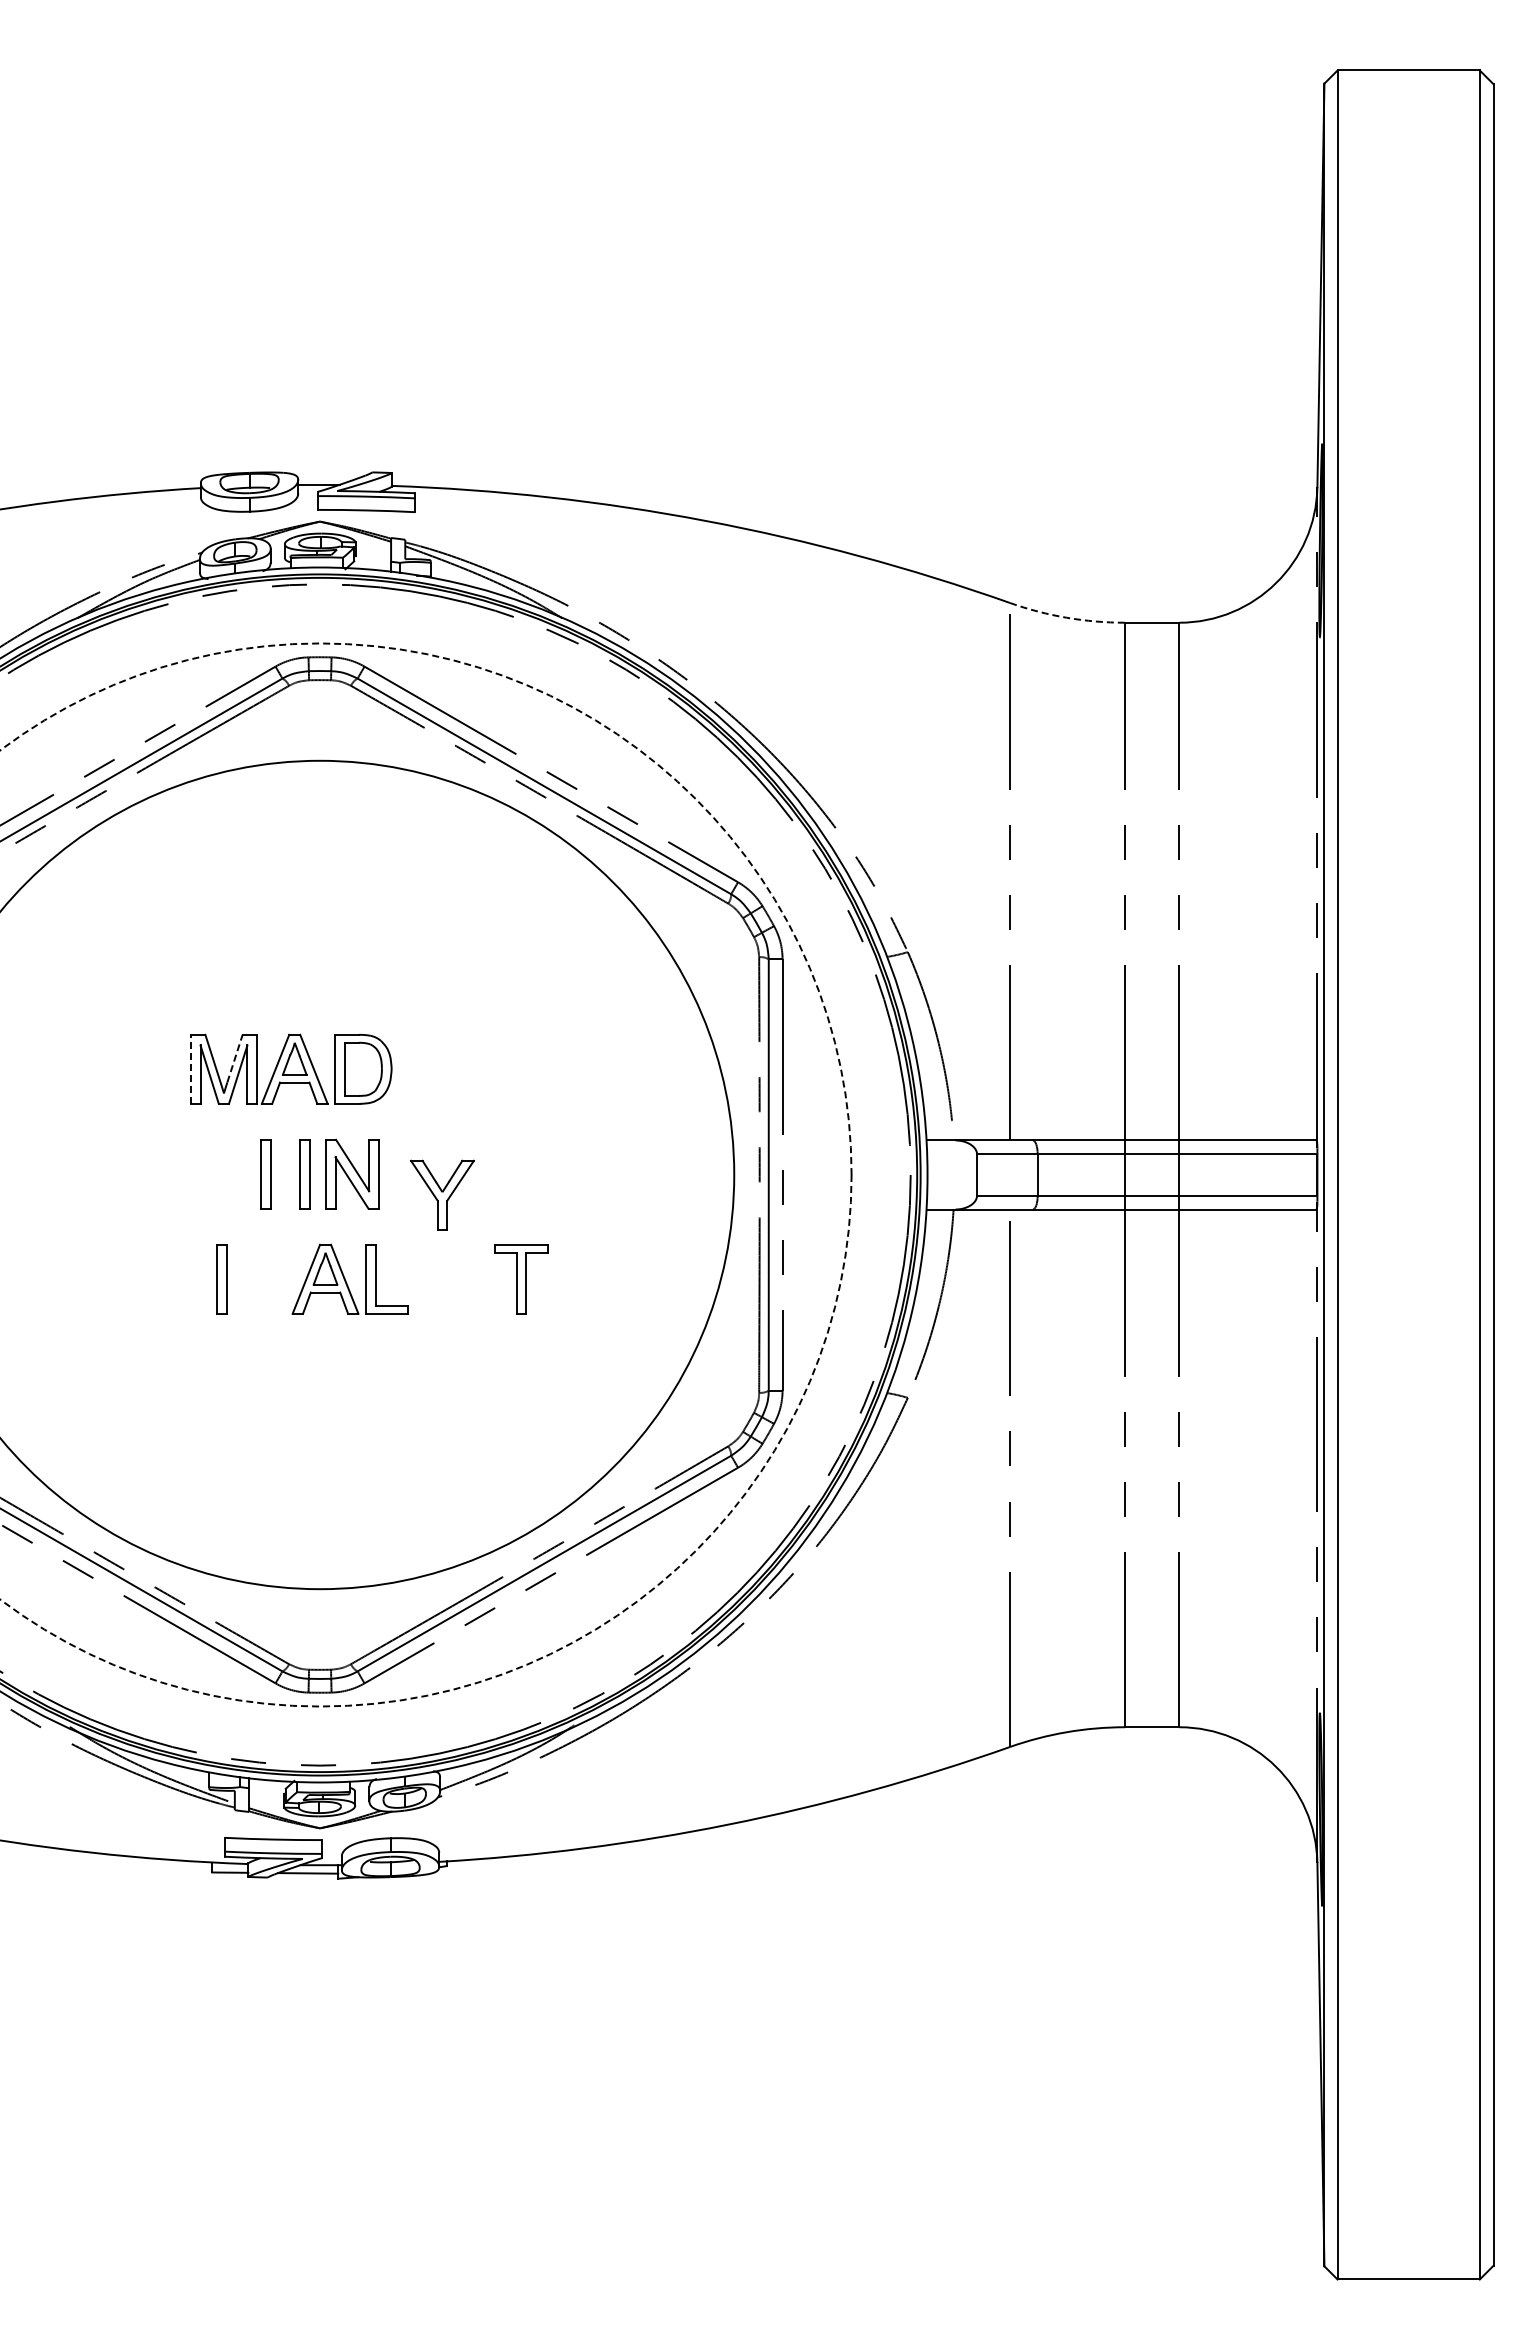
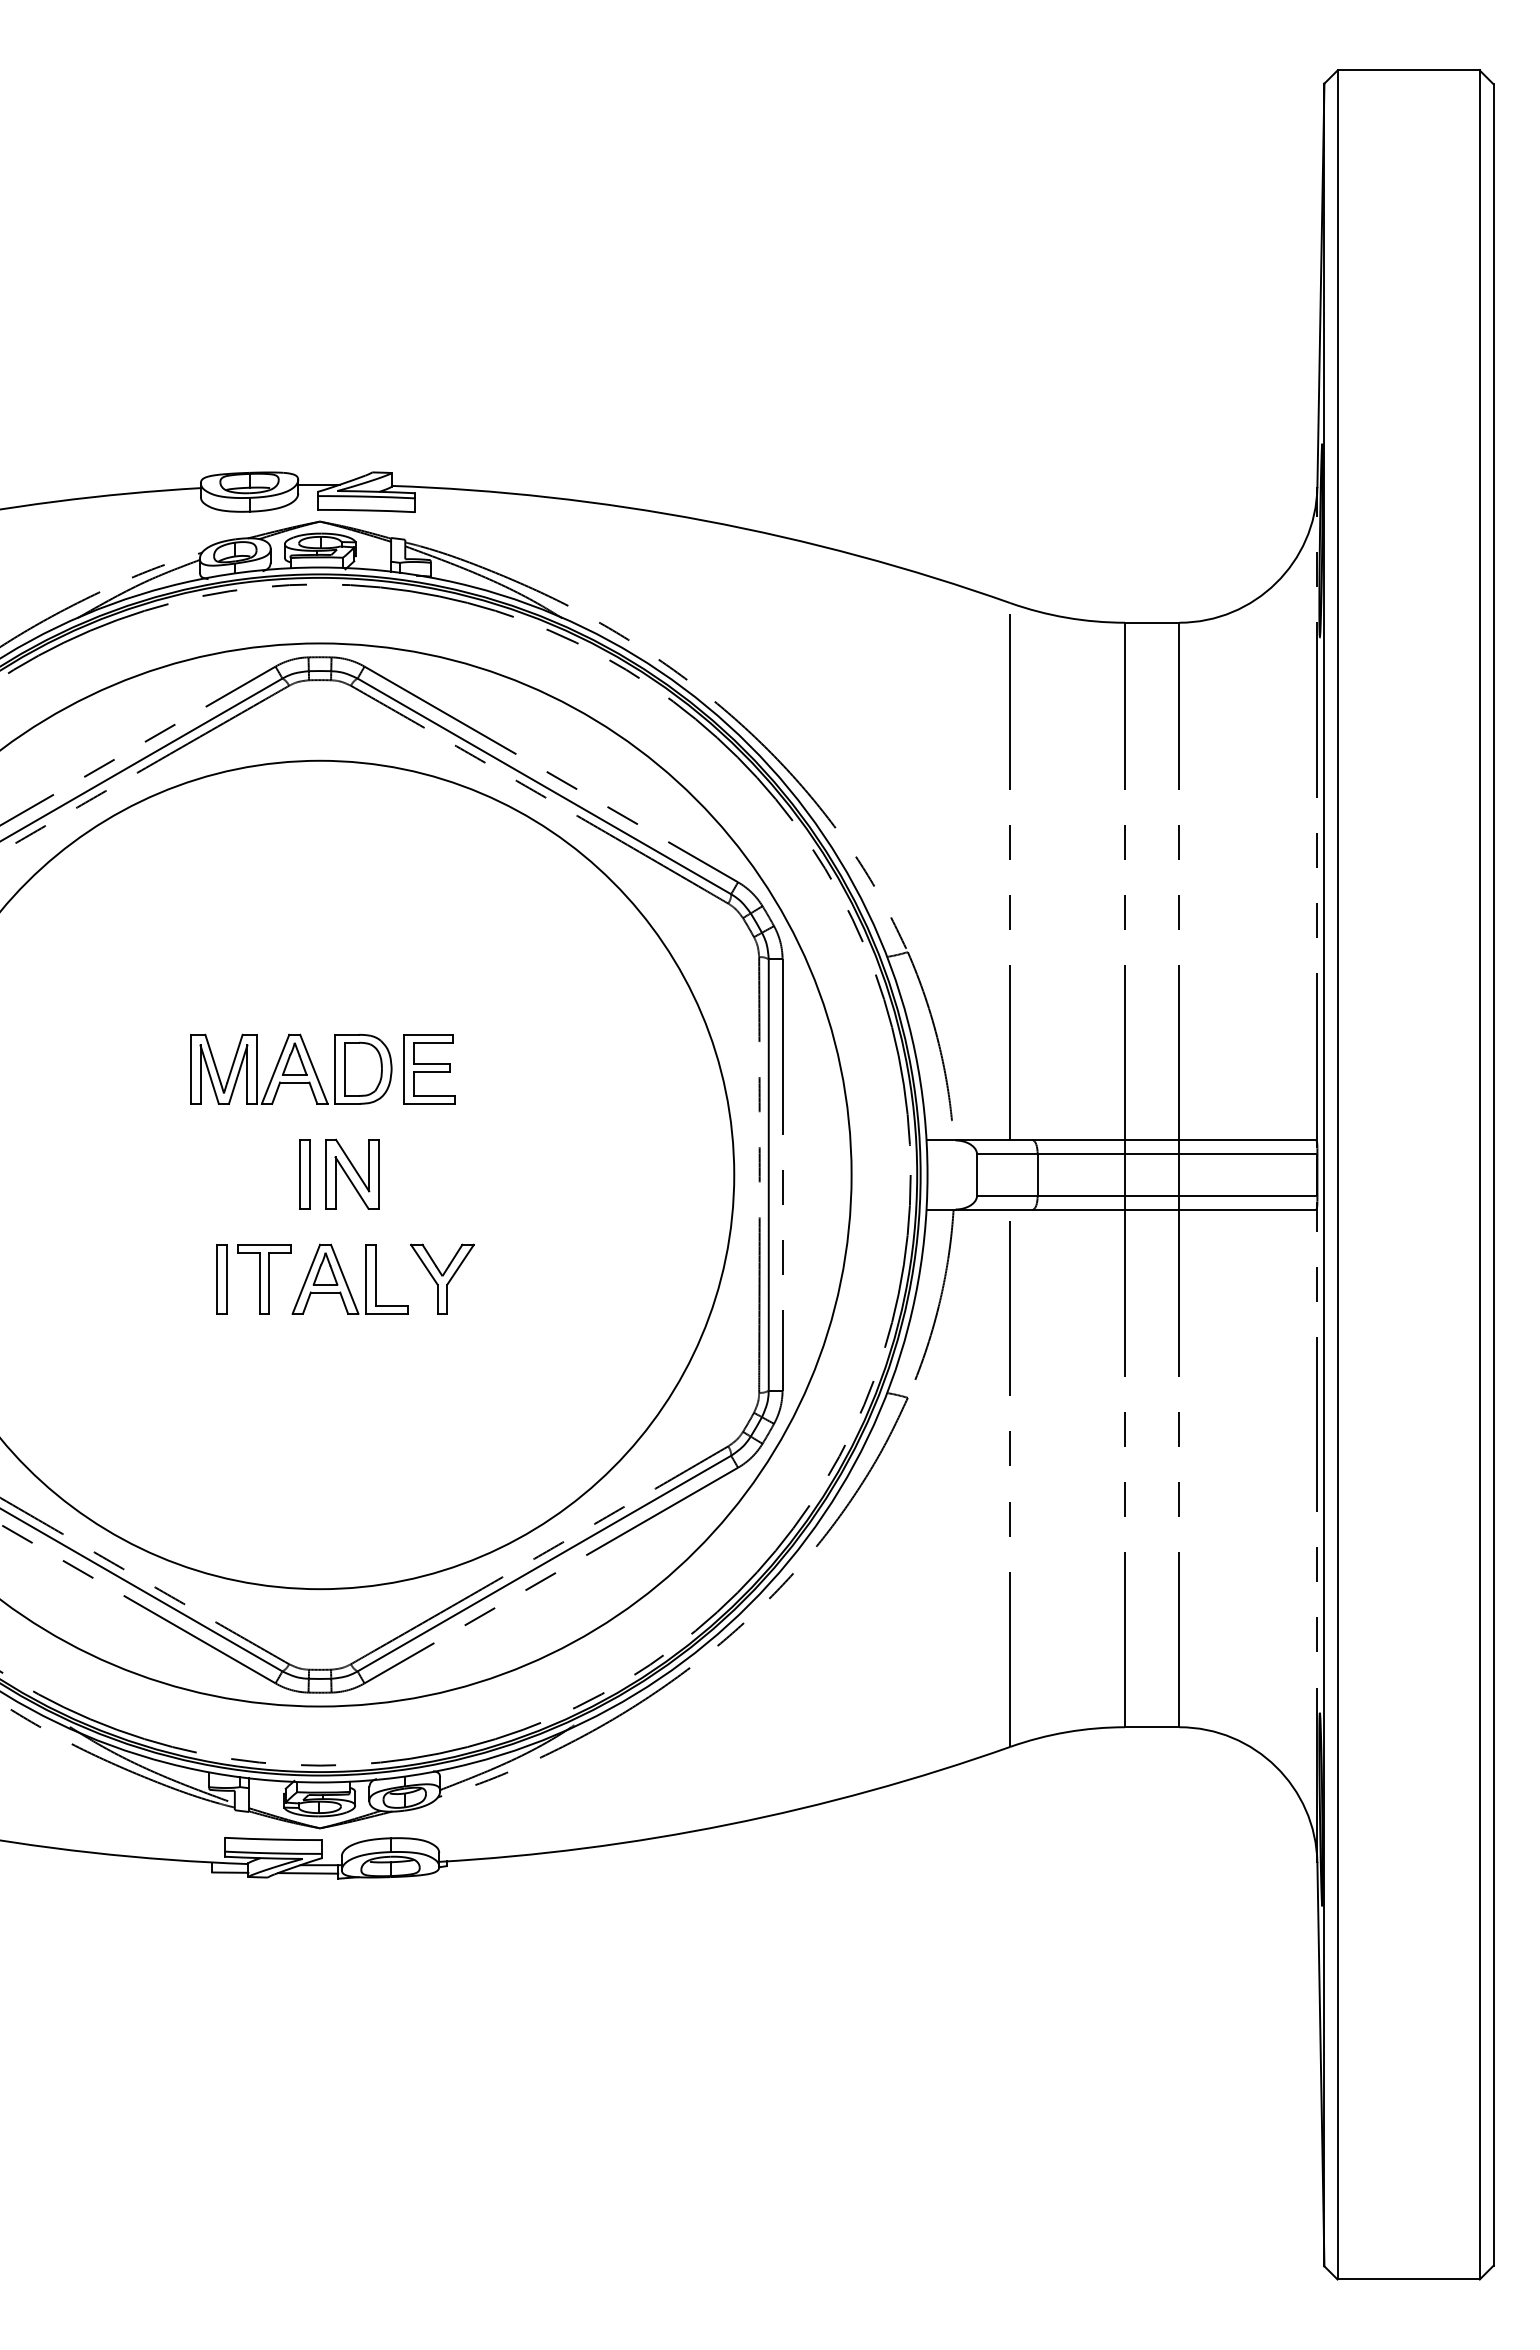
arc at (1066, 617): dashed -> solid
line at (235, 1058): dashed -> solid
line at (190, 1069): dashed -> solid
part at (429, 1069): none -> present
part at (265, 1174): present -> none
circle at (425, 1174): dashed -> solid
part at (442, 1194) position: (442, 1194) -> (442, 1278)
part at (521, 1279) position: (521, 1279) -> (264, 1279)
